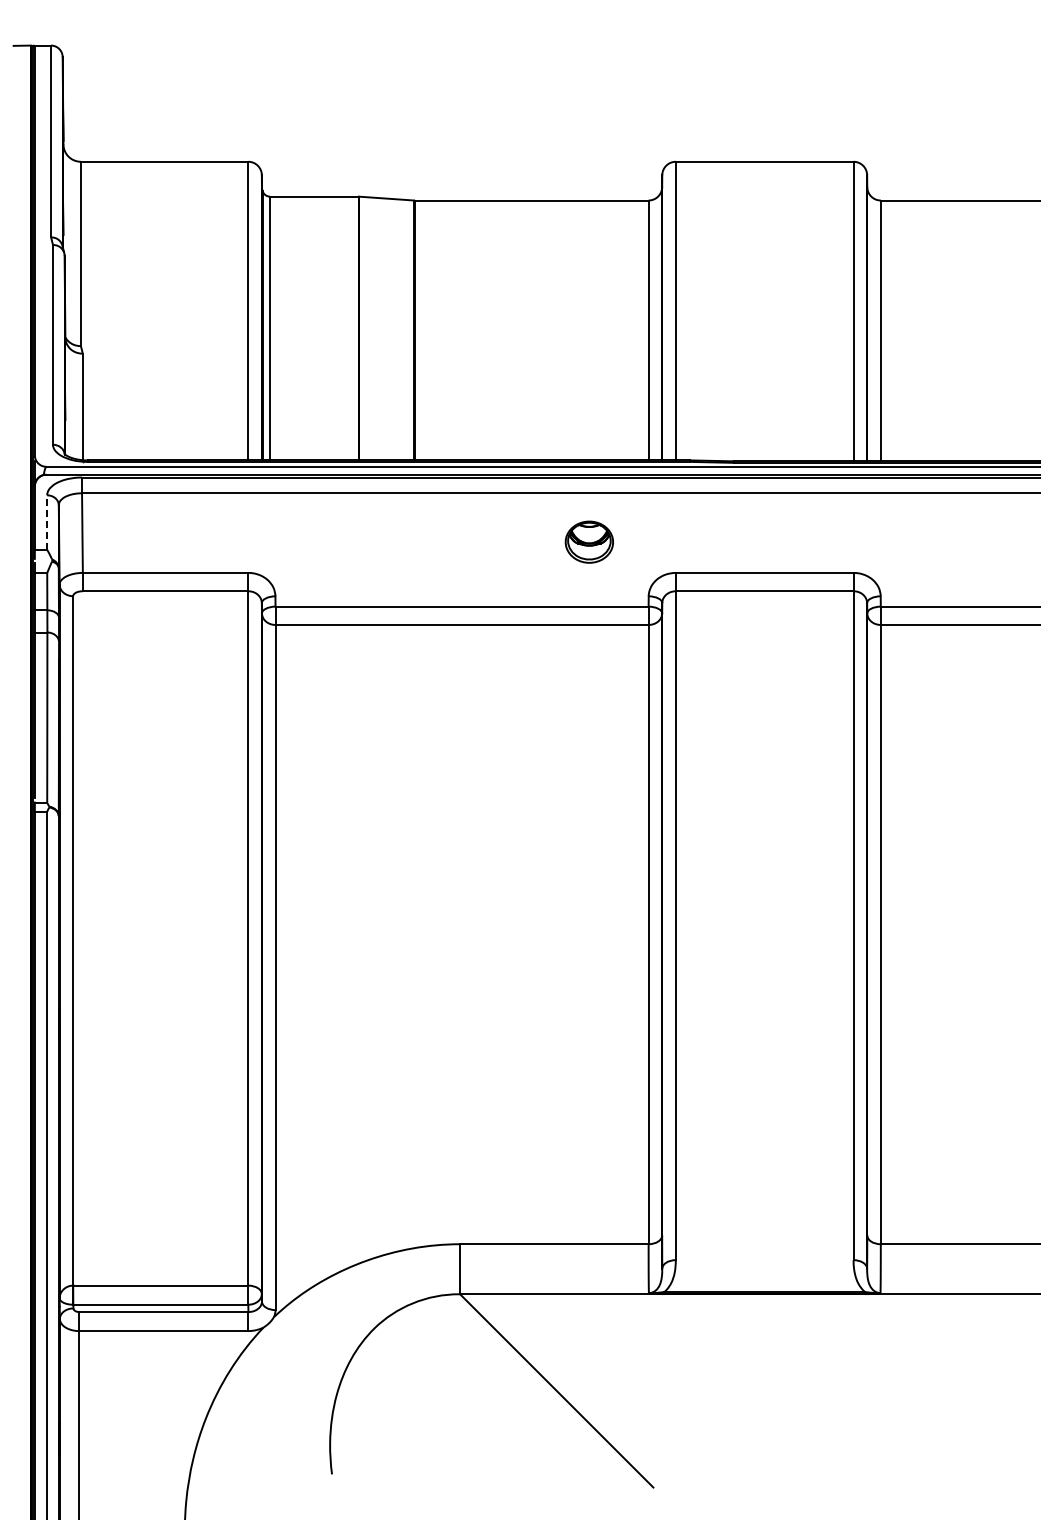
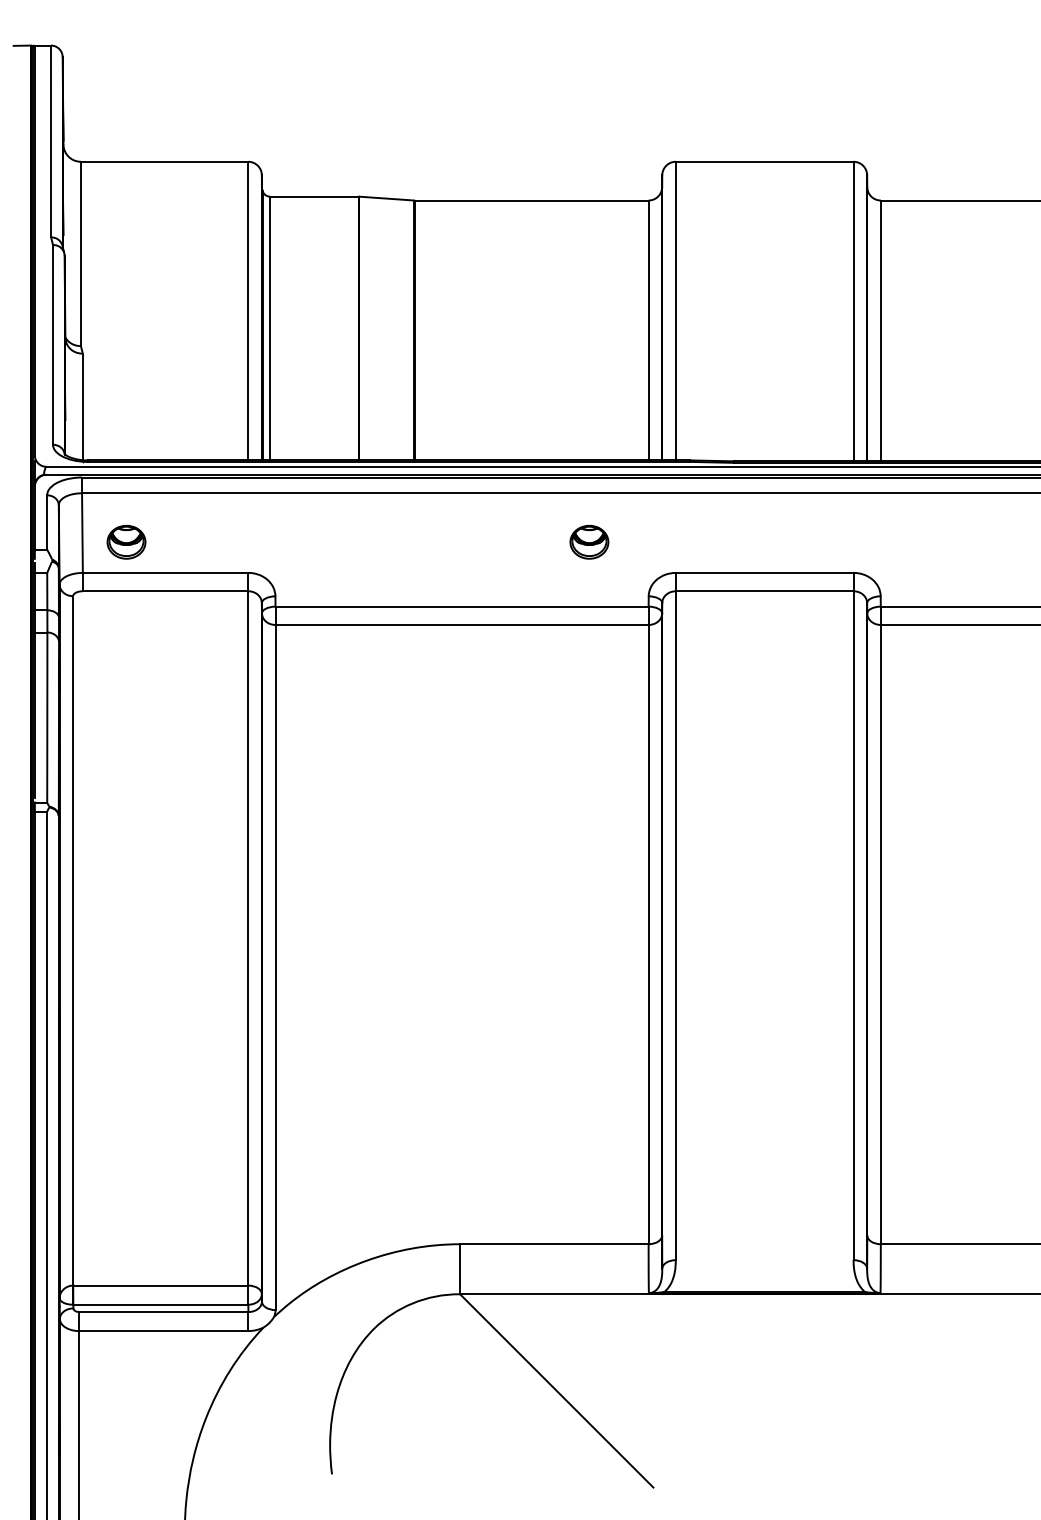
line at (47, 522): dashed -> solid
part at (588, 541) size: 50x44 px -> 41x35 px
part at (126, 542): none -> present
